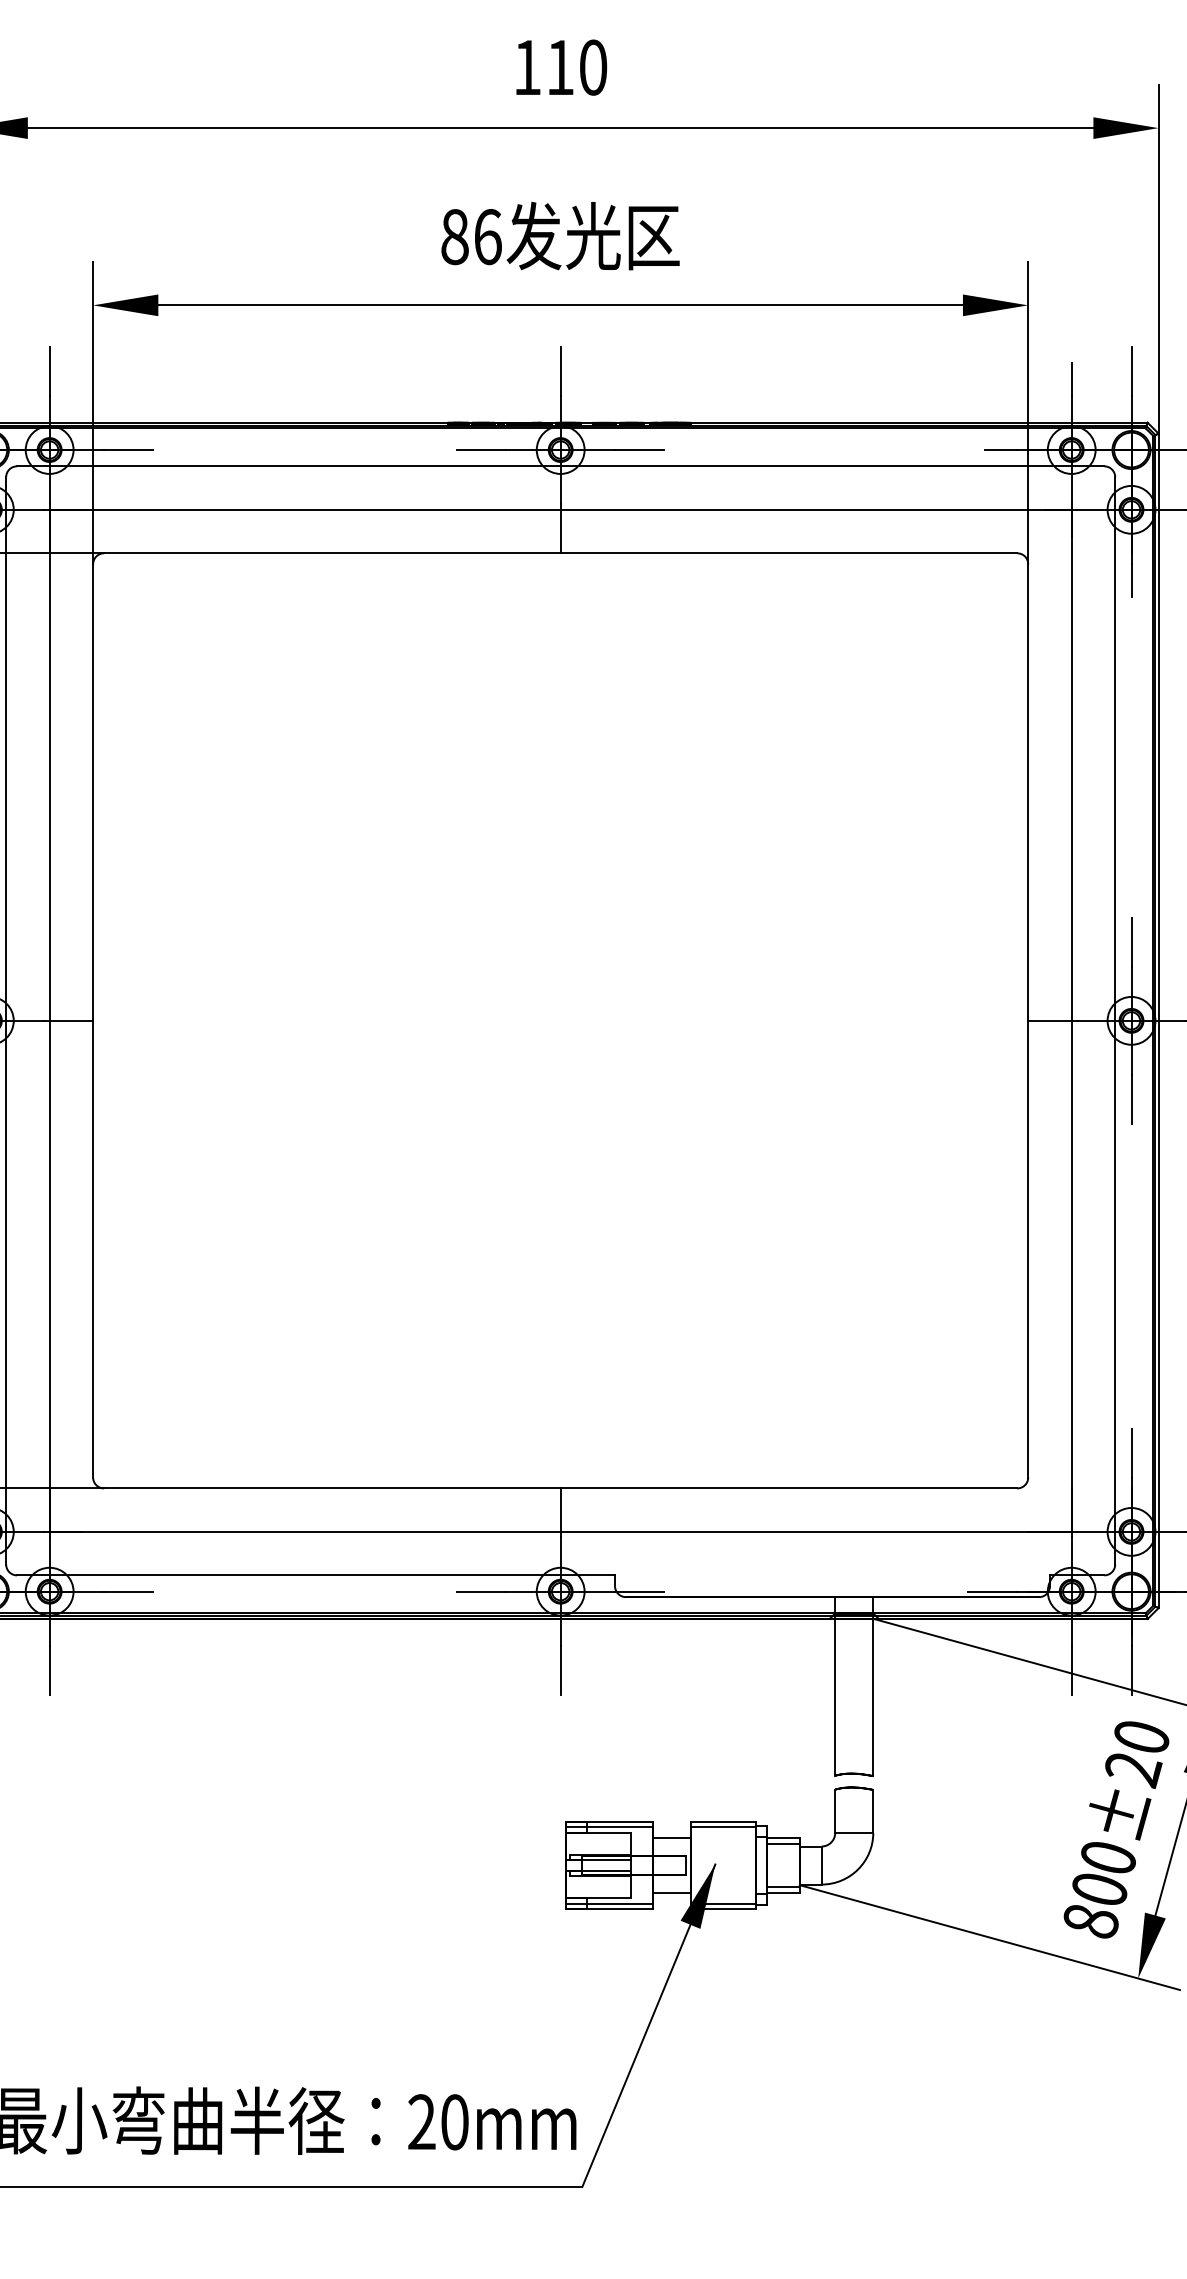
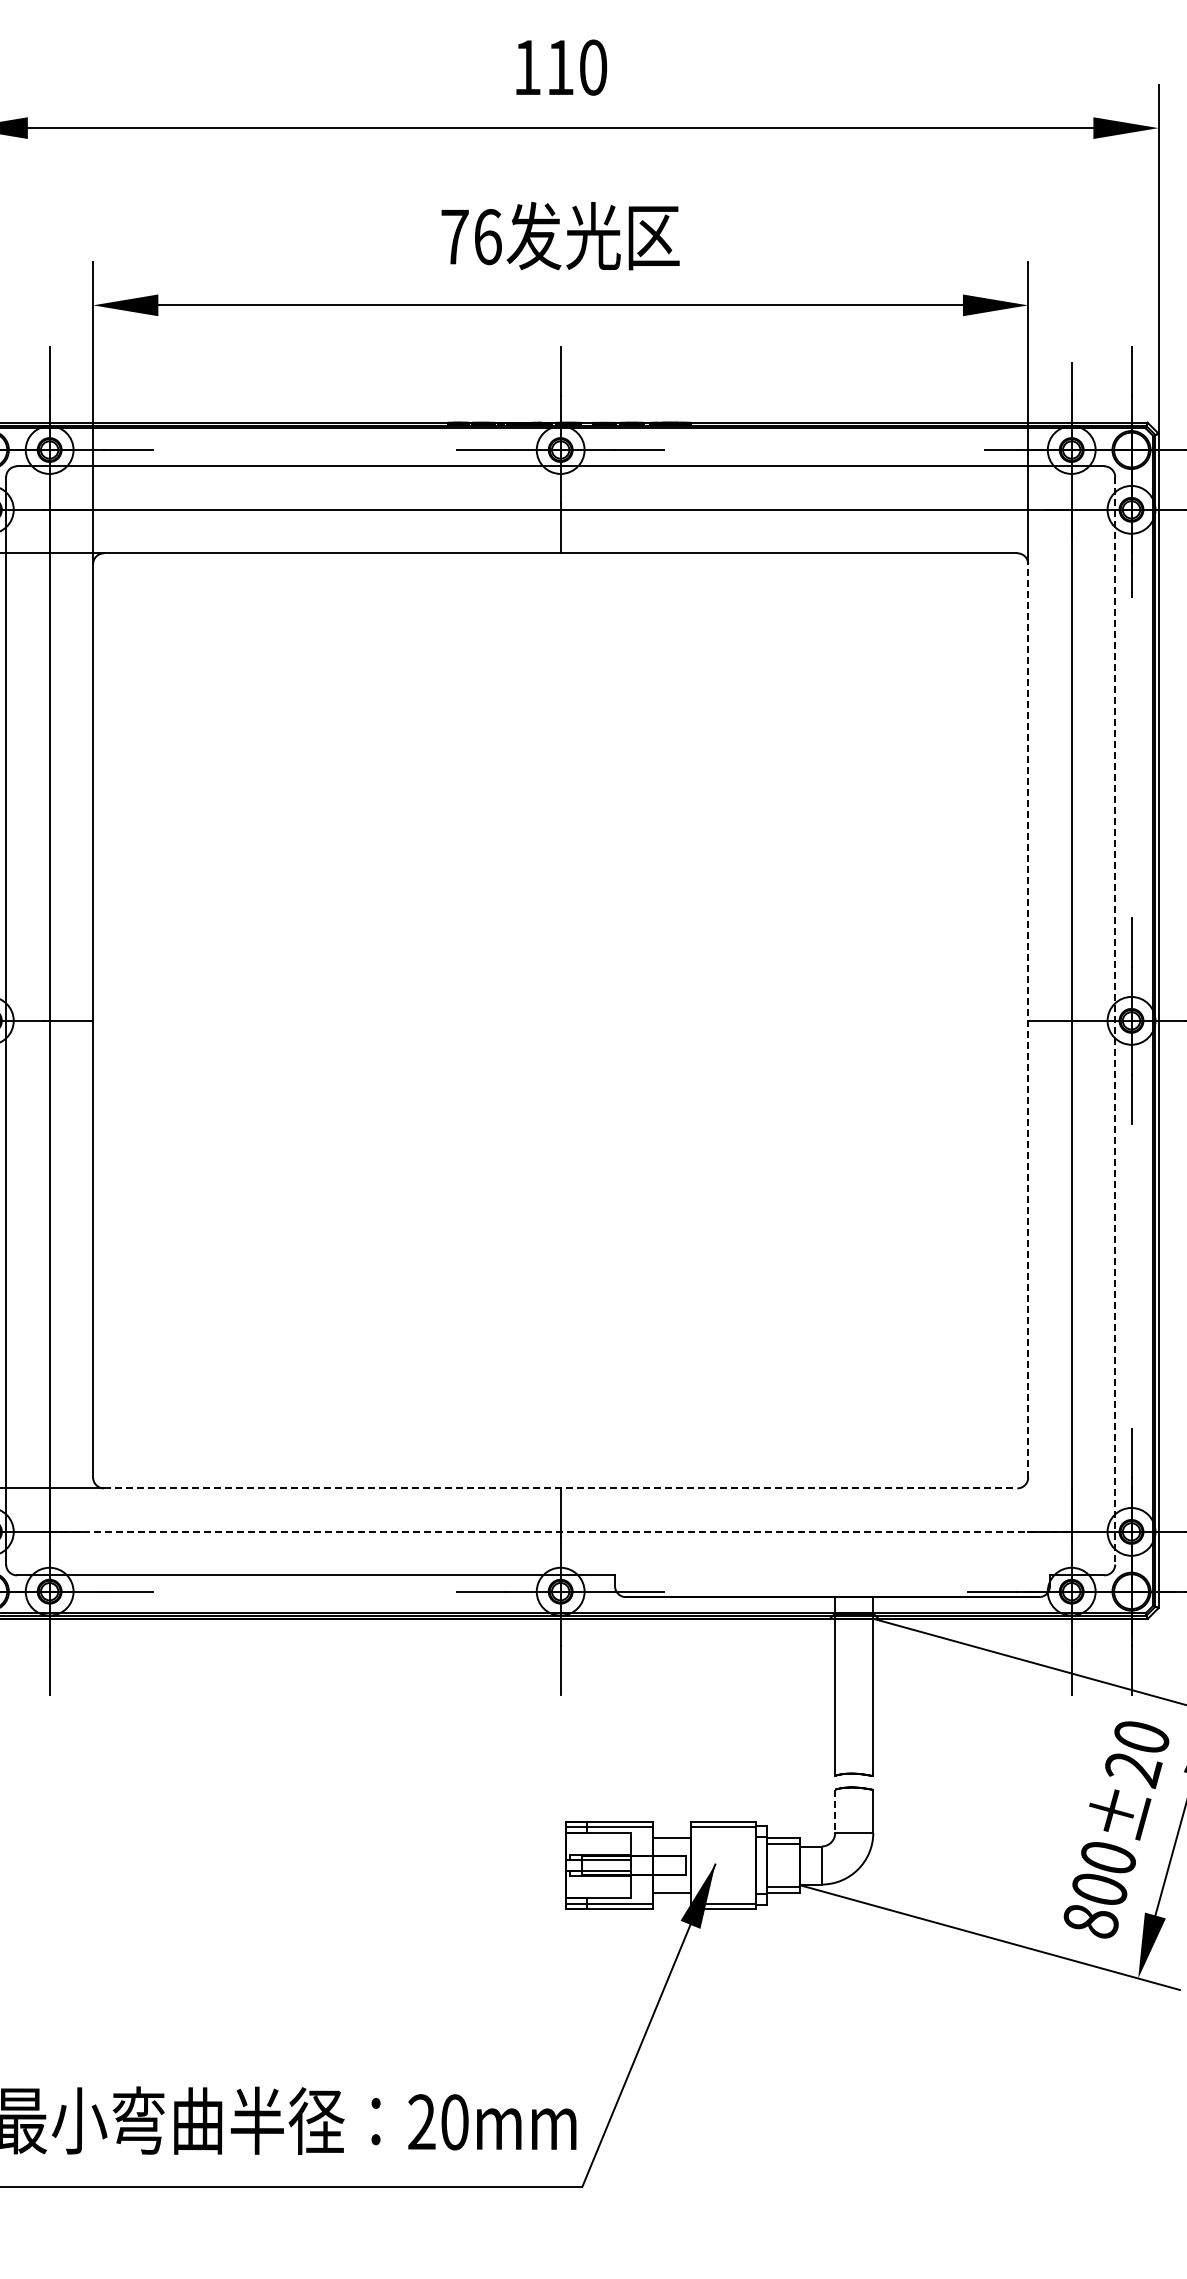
text at (454, 237): 86 -> 76
line at (1028, 1020): solid -> dashed
line at (1115, 1020): solid -> dashed
line at (560, 1488): solid -> dashed
line at (561, 1531): solid -> dashed
line at (835, 1811): solid -> dashed
